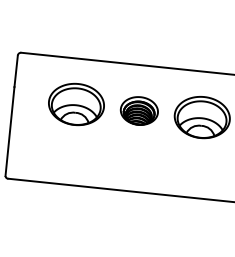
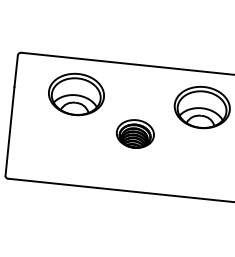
part at (76, 104) position: (76, 104) -> (76, 94)
part at (138, 110) position: (138, 110) -> (134, 133)
part at (201, 117) position: (201, 117) -> (201, 107)
